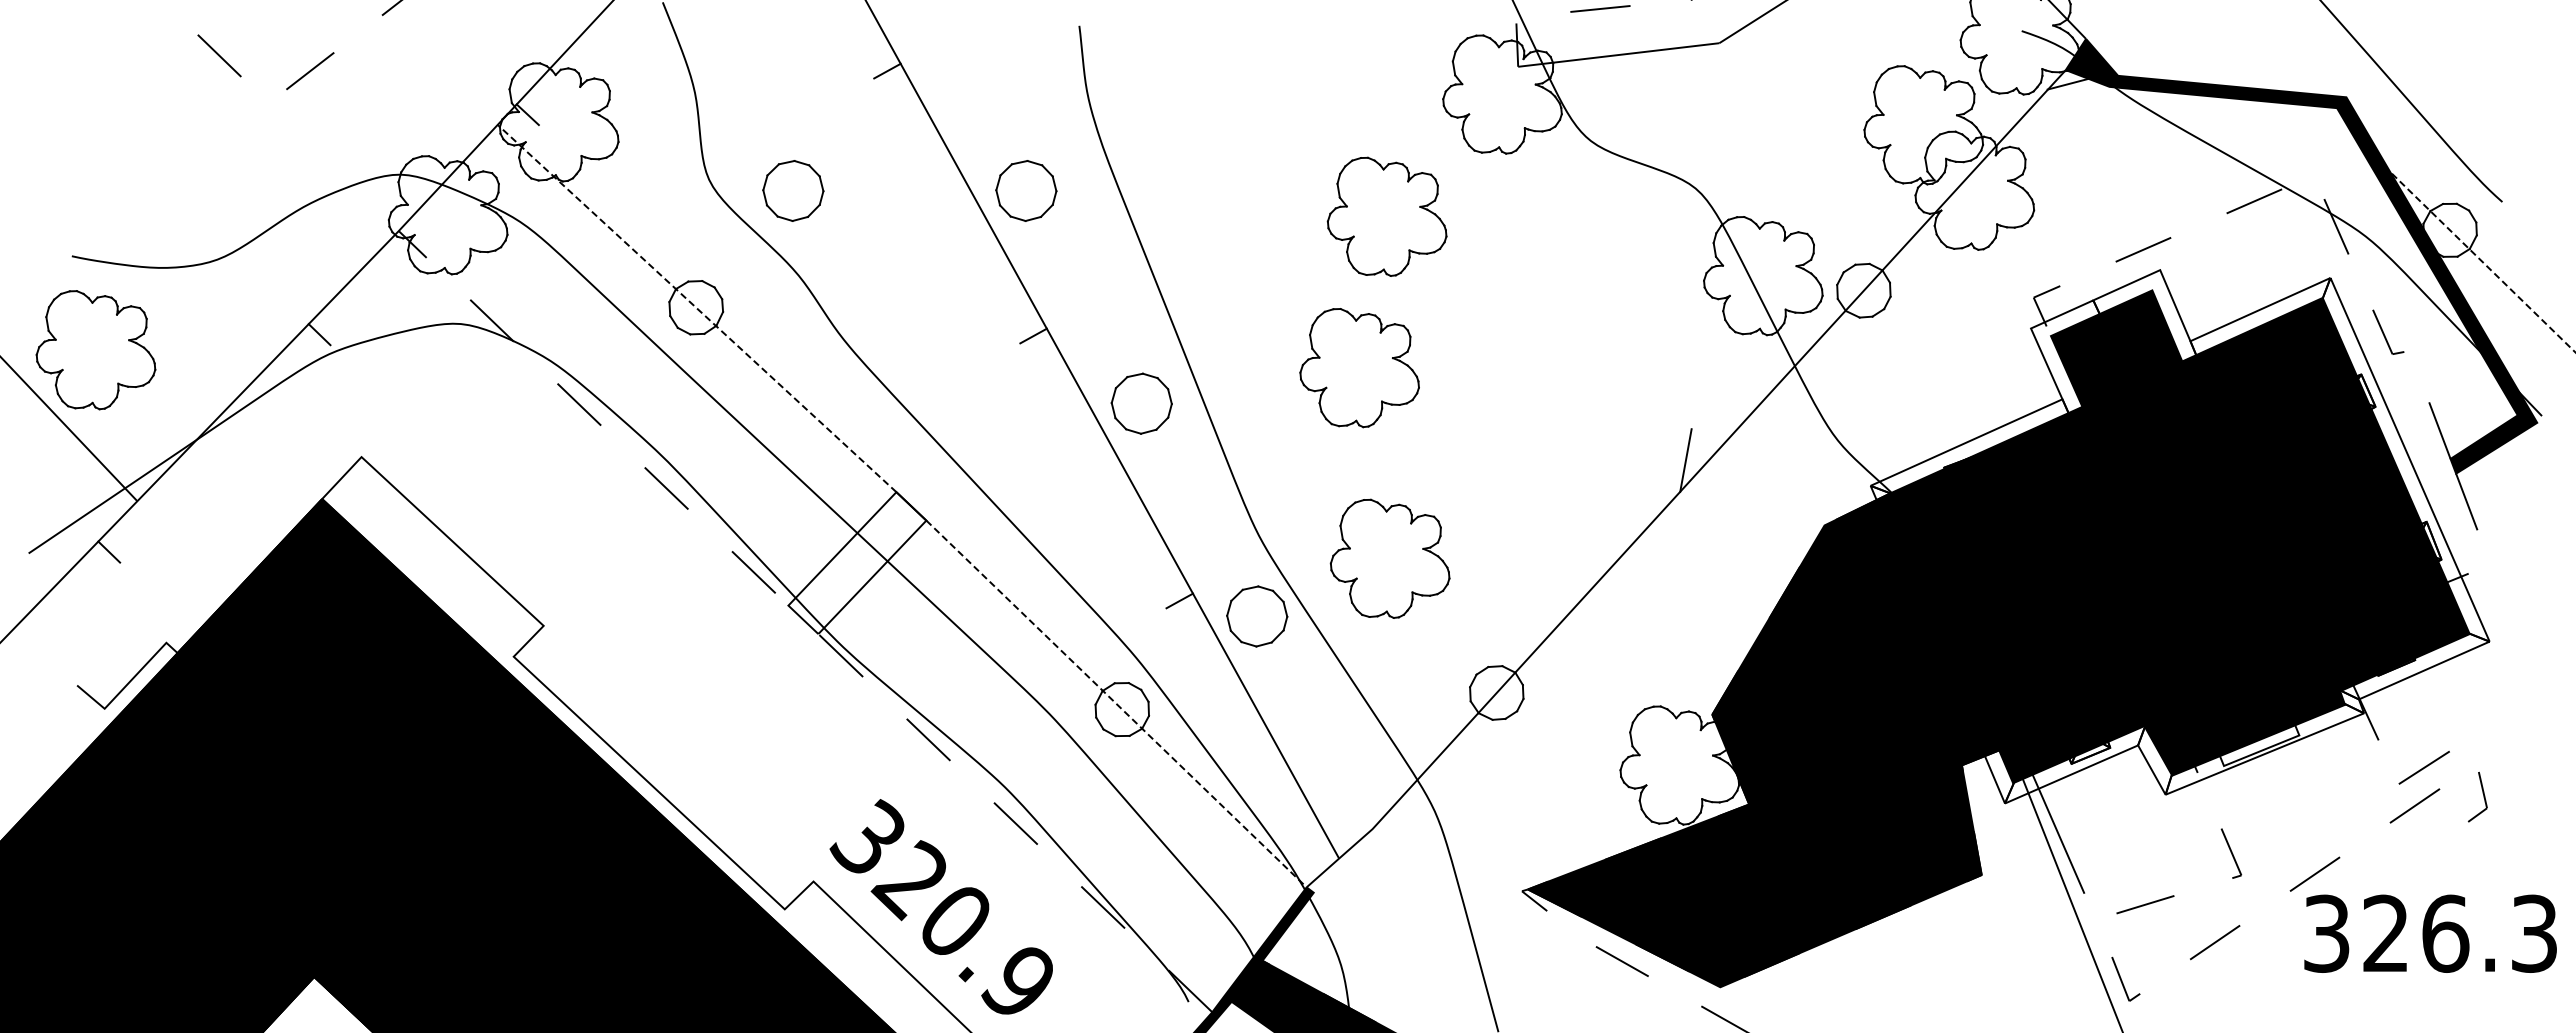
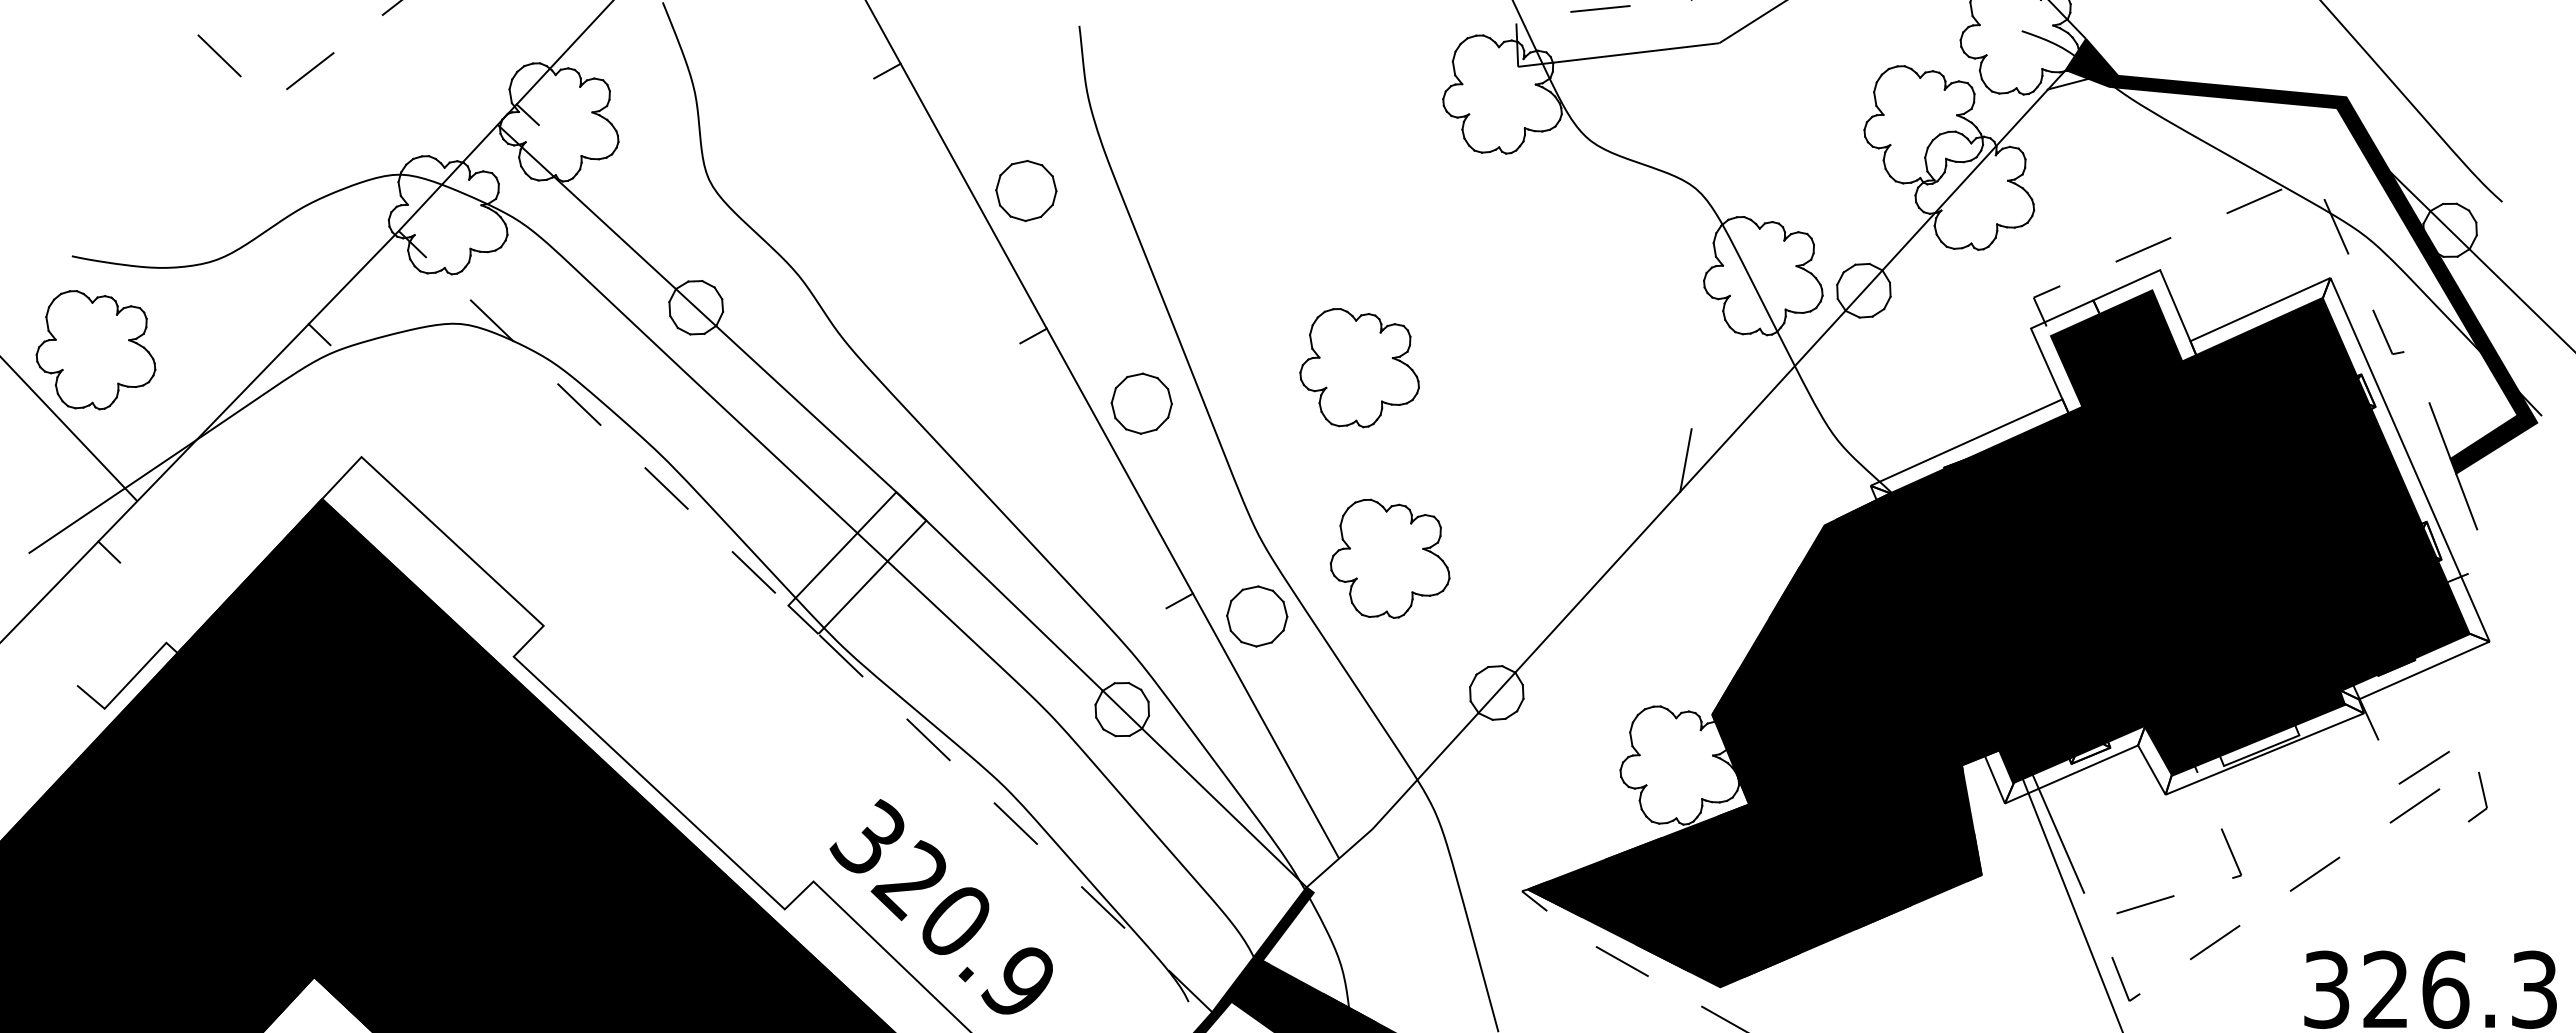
part at (793, 190): present -> none
part at (1386, 216): present -> none
line at (2482, 261): dashed -> solid
line at (696, 308): dashed -> solid
line at (1116, 704): dashed -> solid
text at (2430, 933) position: (2430, 933) -> (2430, 989)
